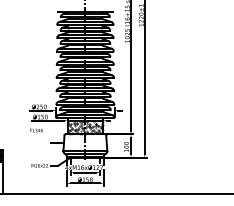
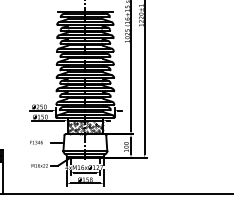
text at (36, 130) position: (36, 130) -> (36, 142)
